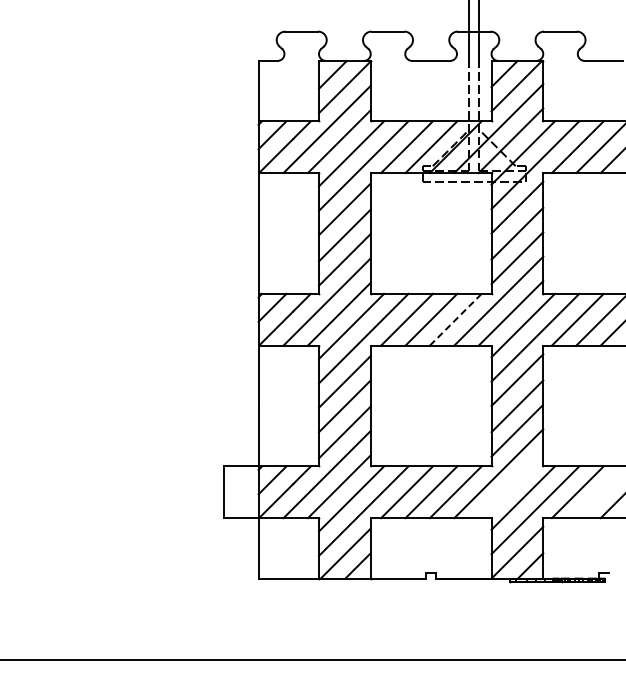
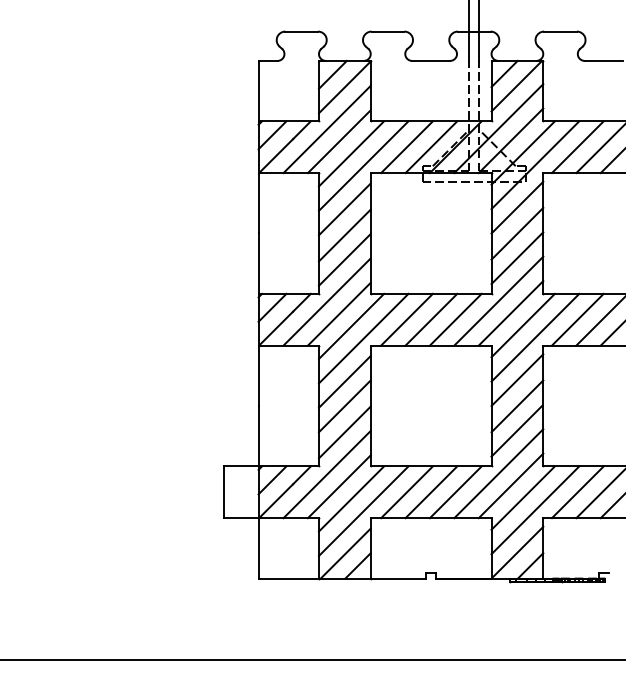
line at (455, 319): dashed -> solid
line at (510, 485): none -> present
line at (599, 495): none -> present
